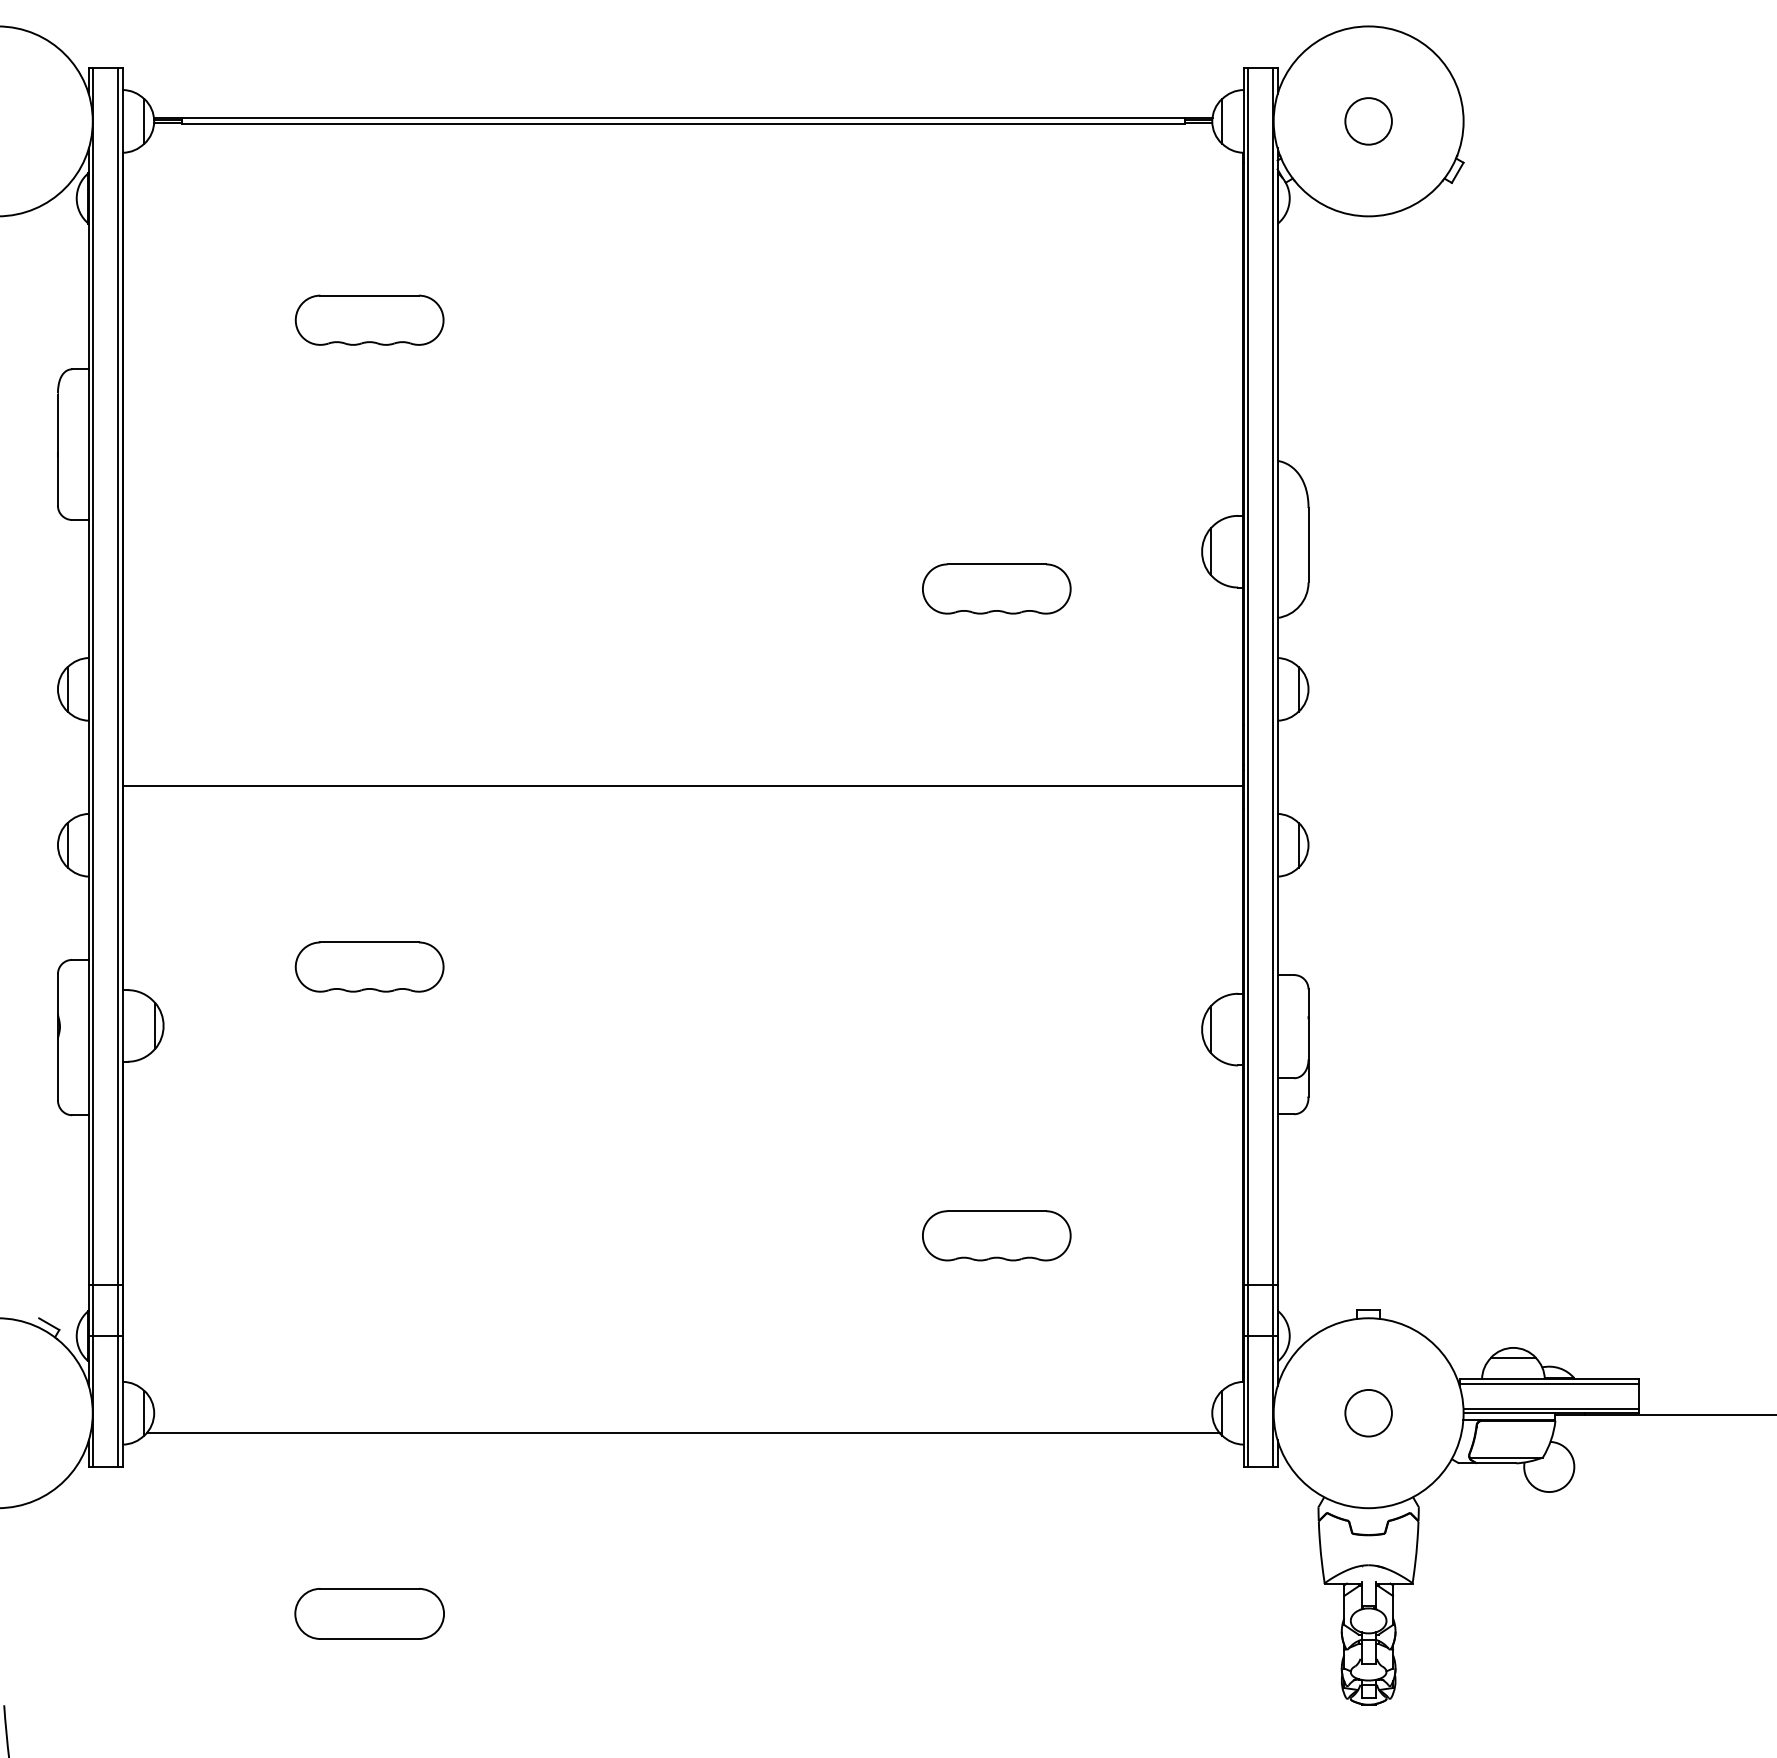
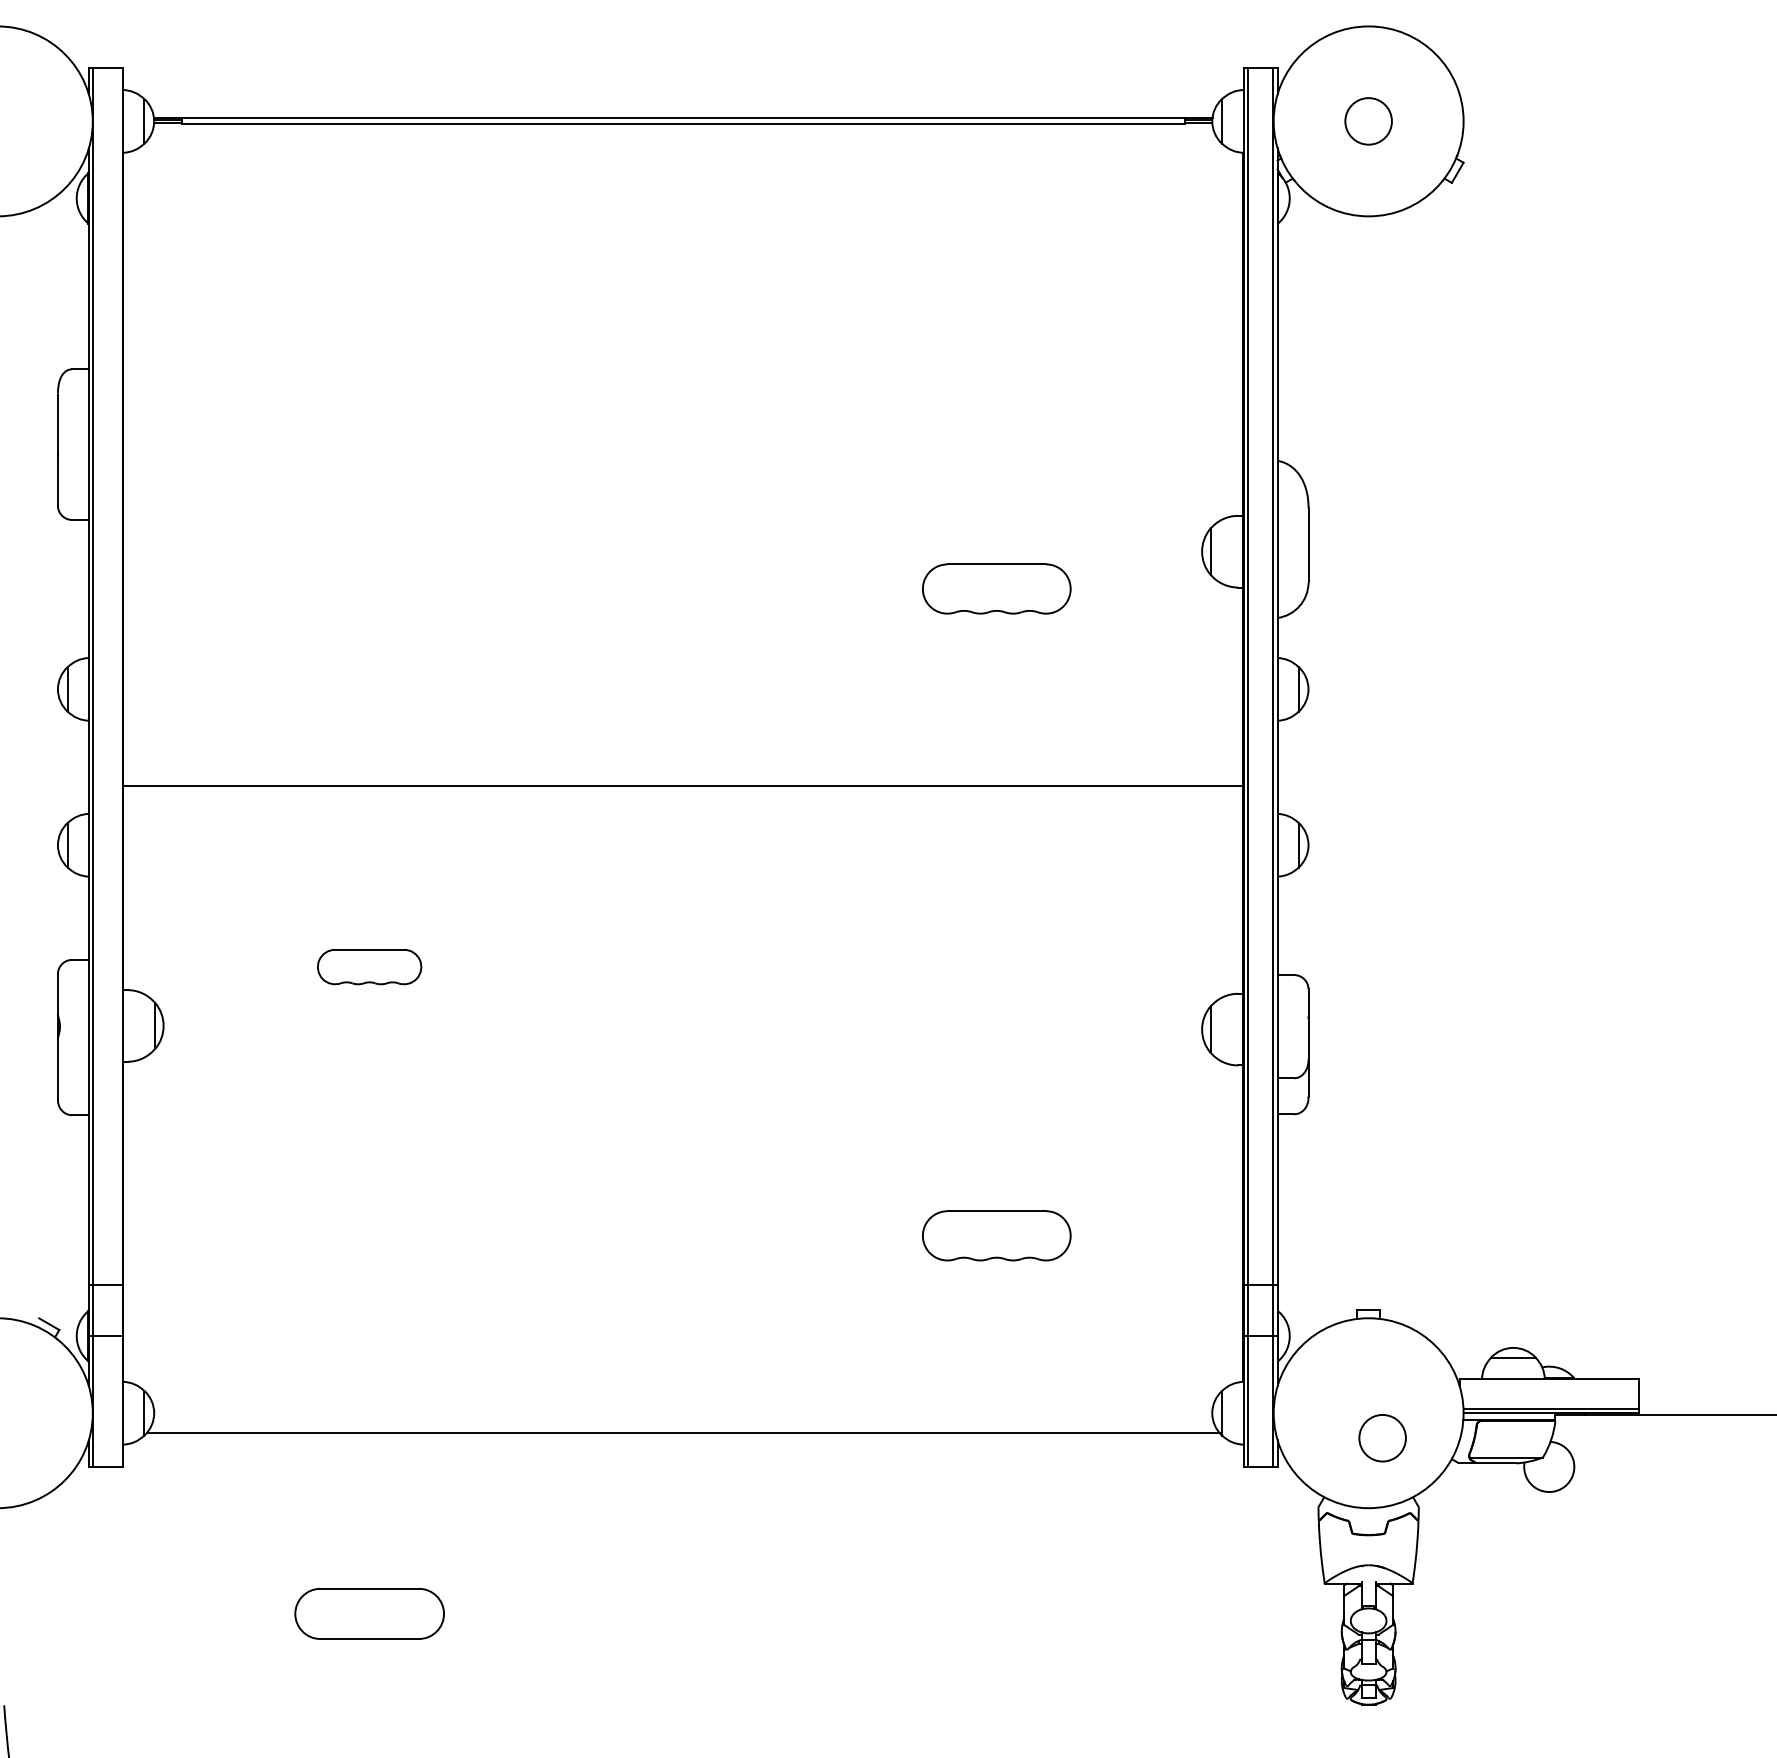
part at (369, 319): present -> none
line at (118, 766): present -> none
part at (369, 966) size: 151x52 px -> 106x37 px
line at (1548, 1383): present -> none
circle at (1368, 1413) position: (1368, 1413) -> (1382, 1438)
